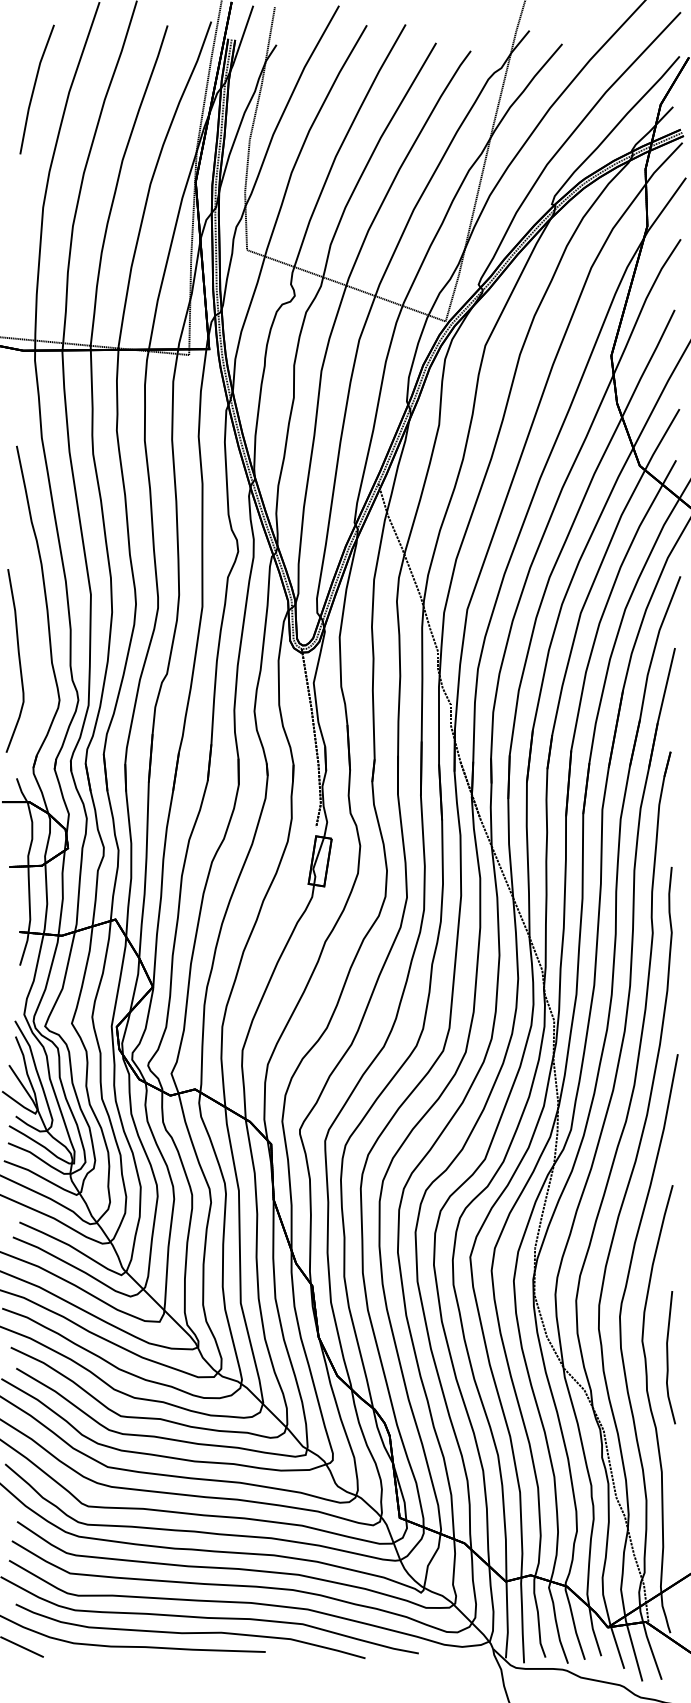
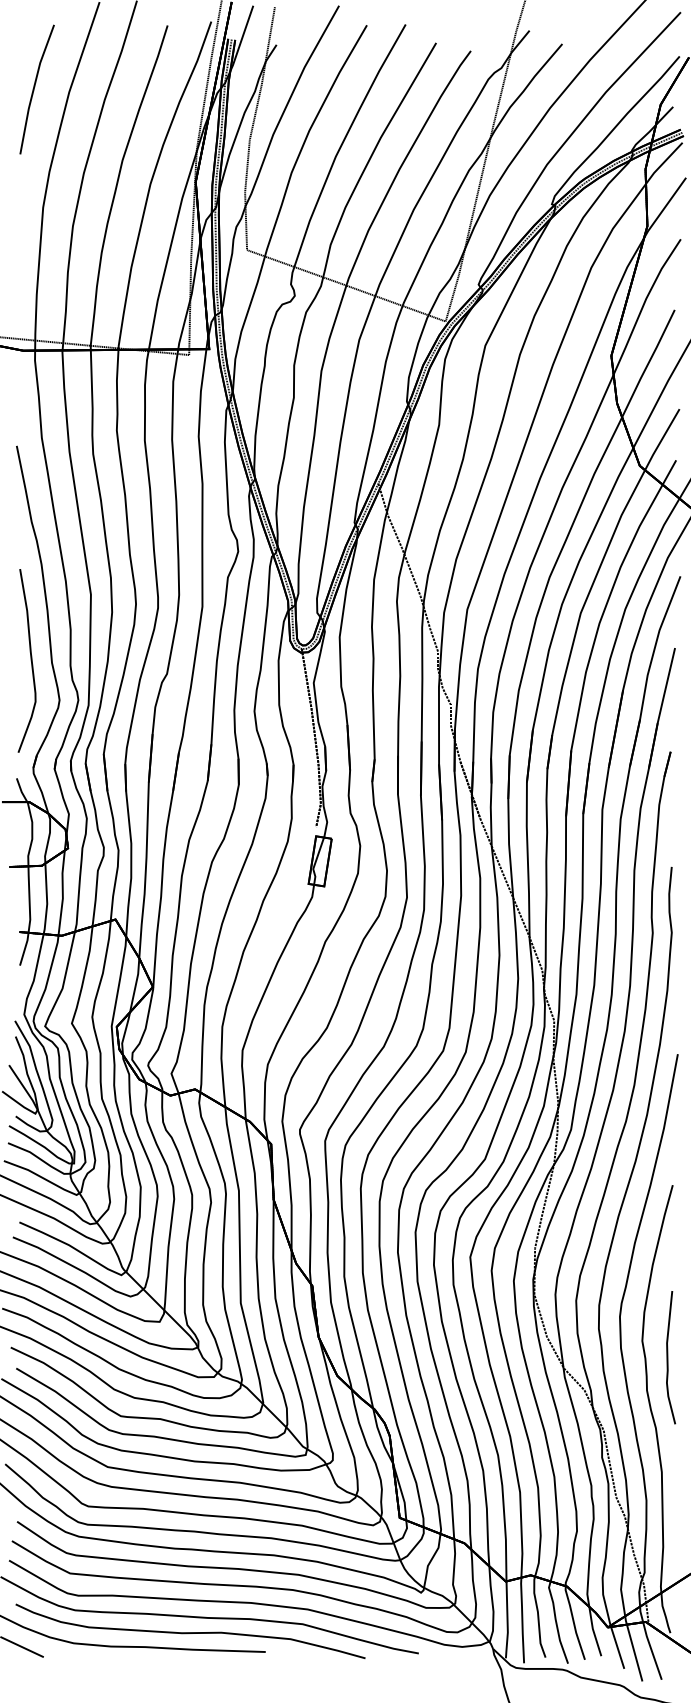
part at (14, 660) position: (14, 660) -> (26, 660)
